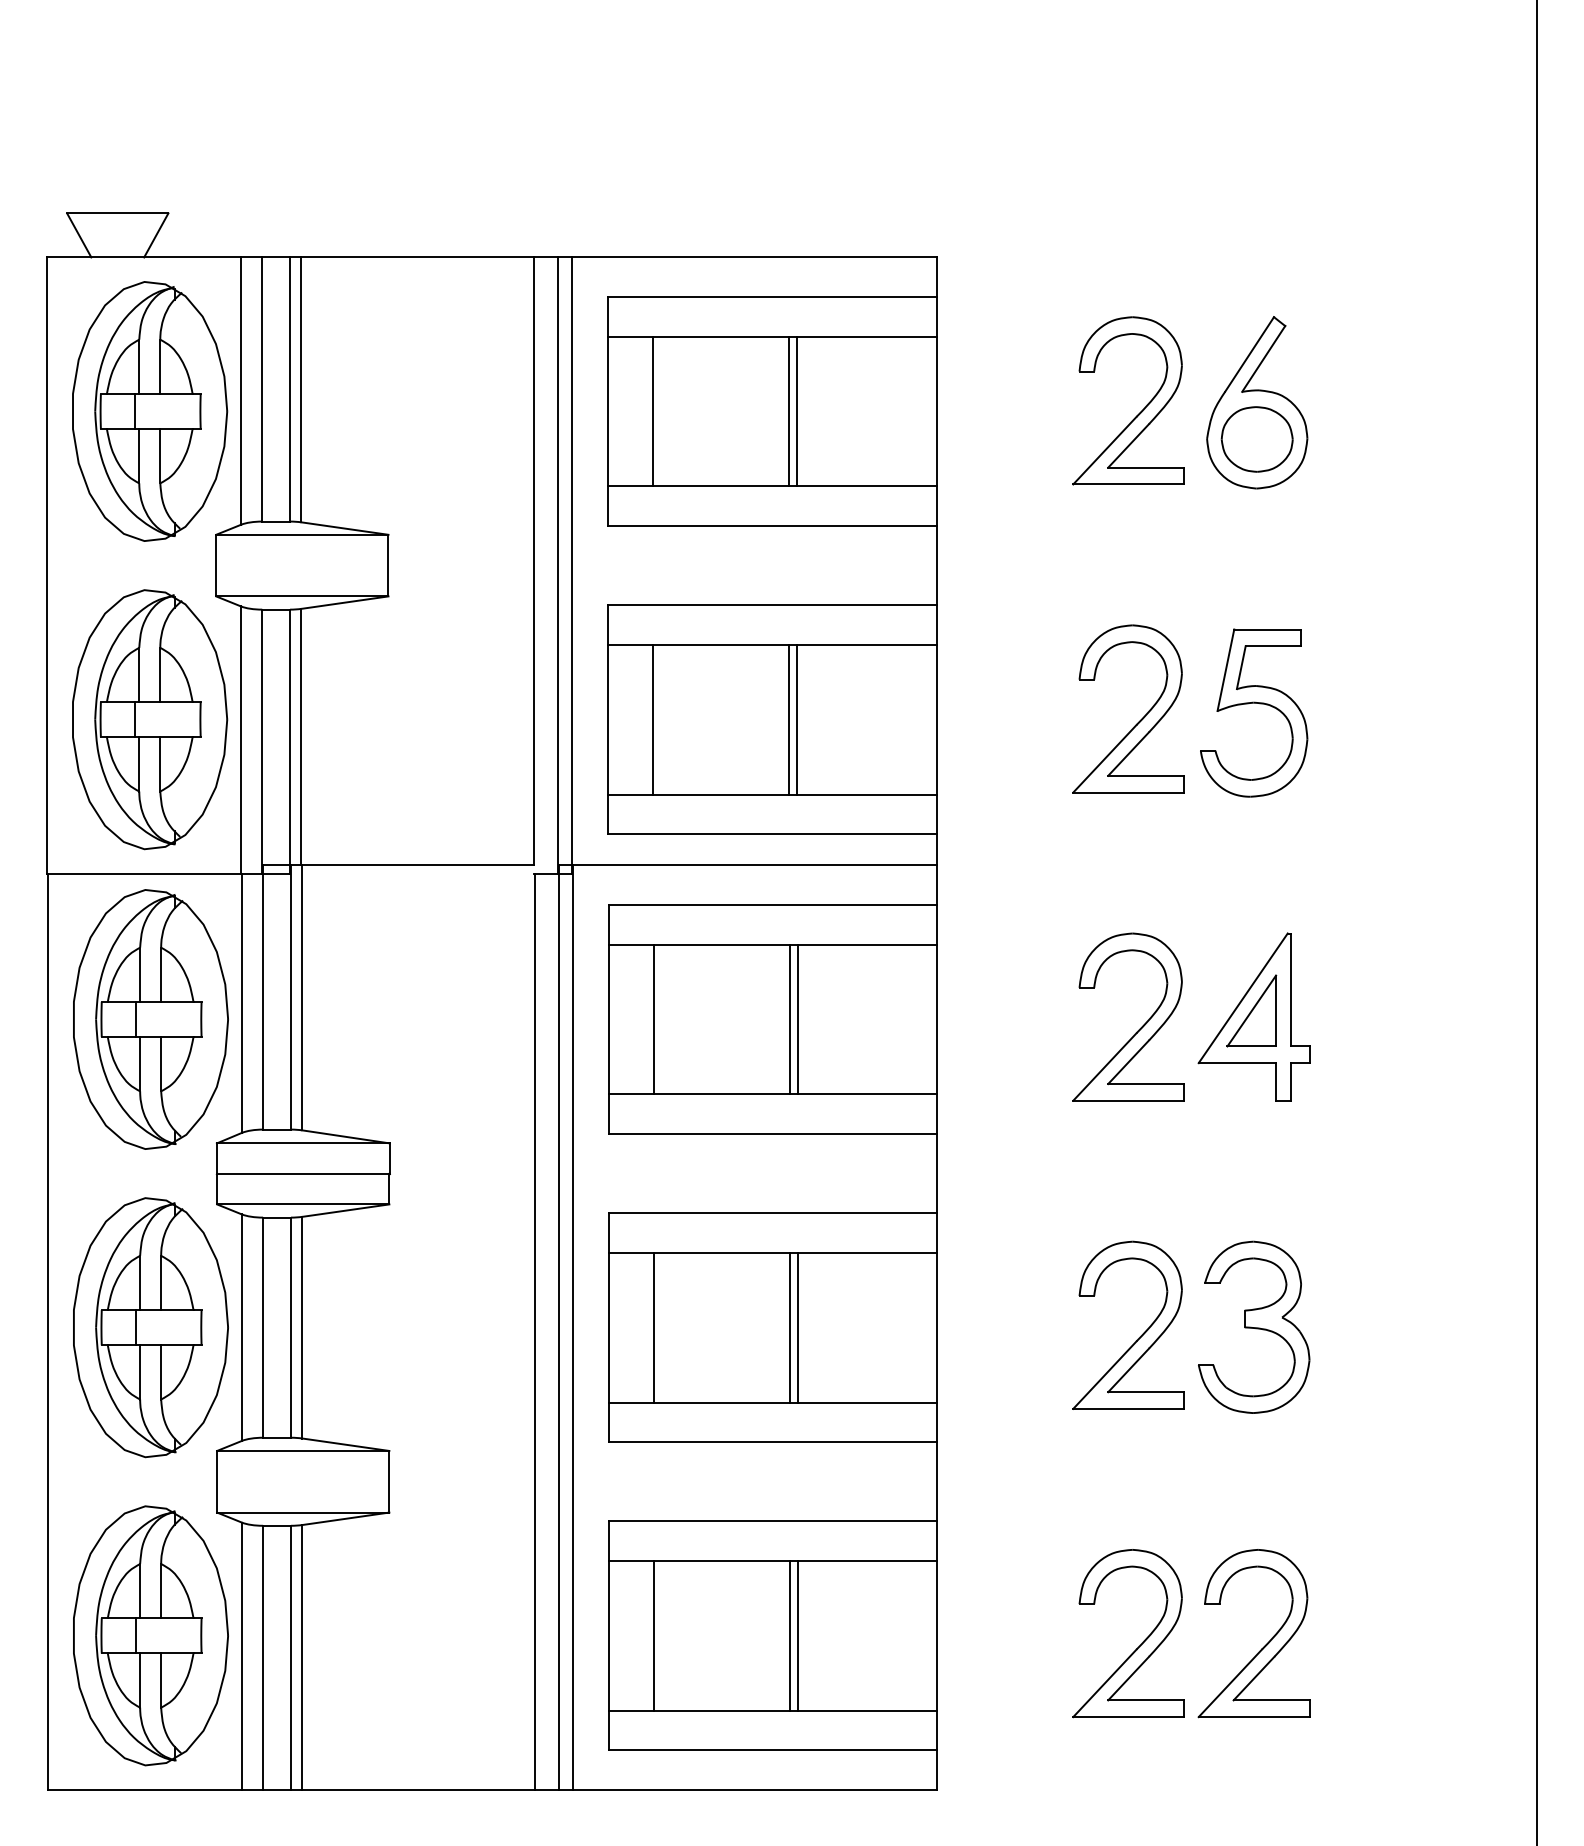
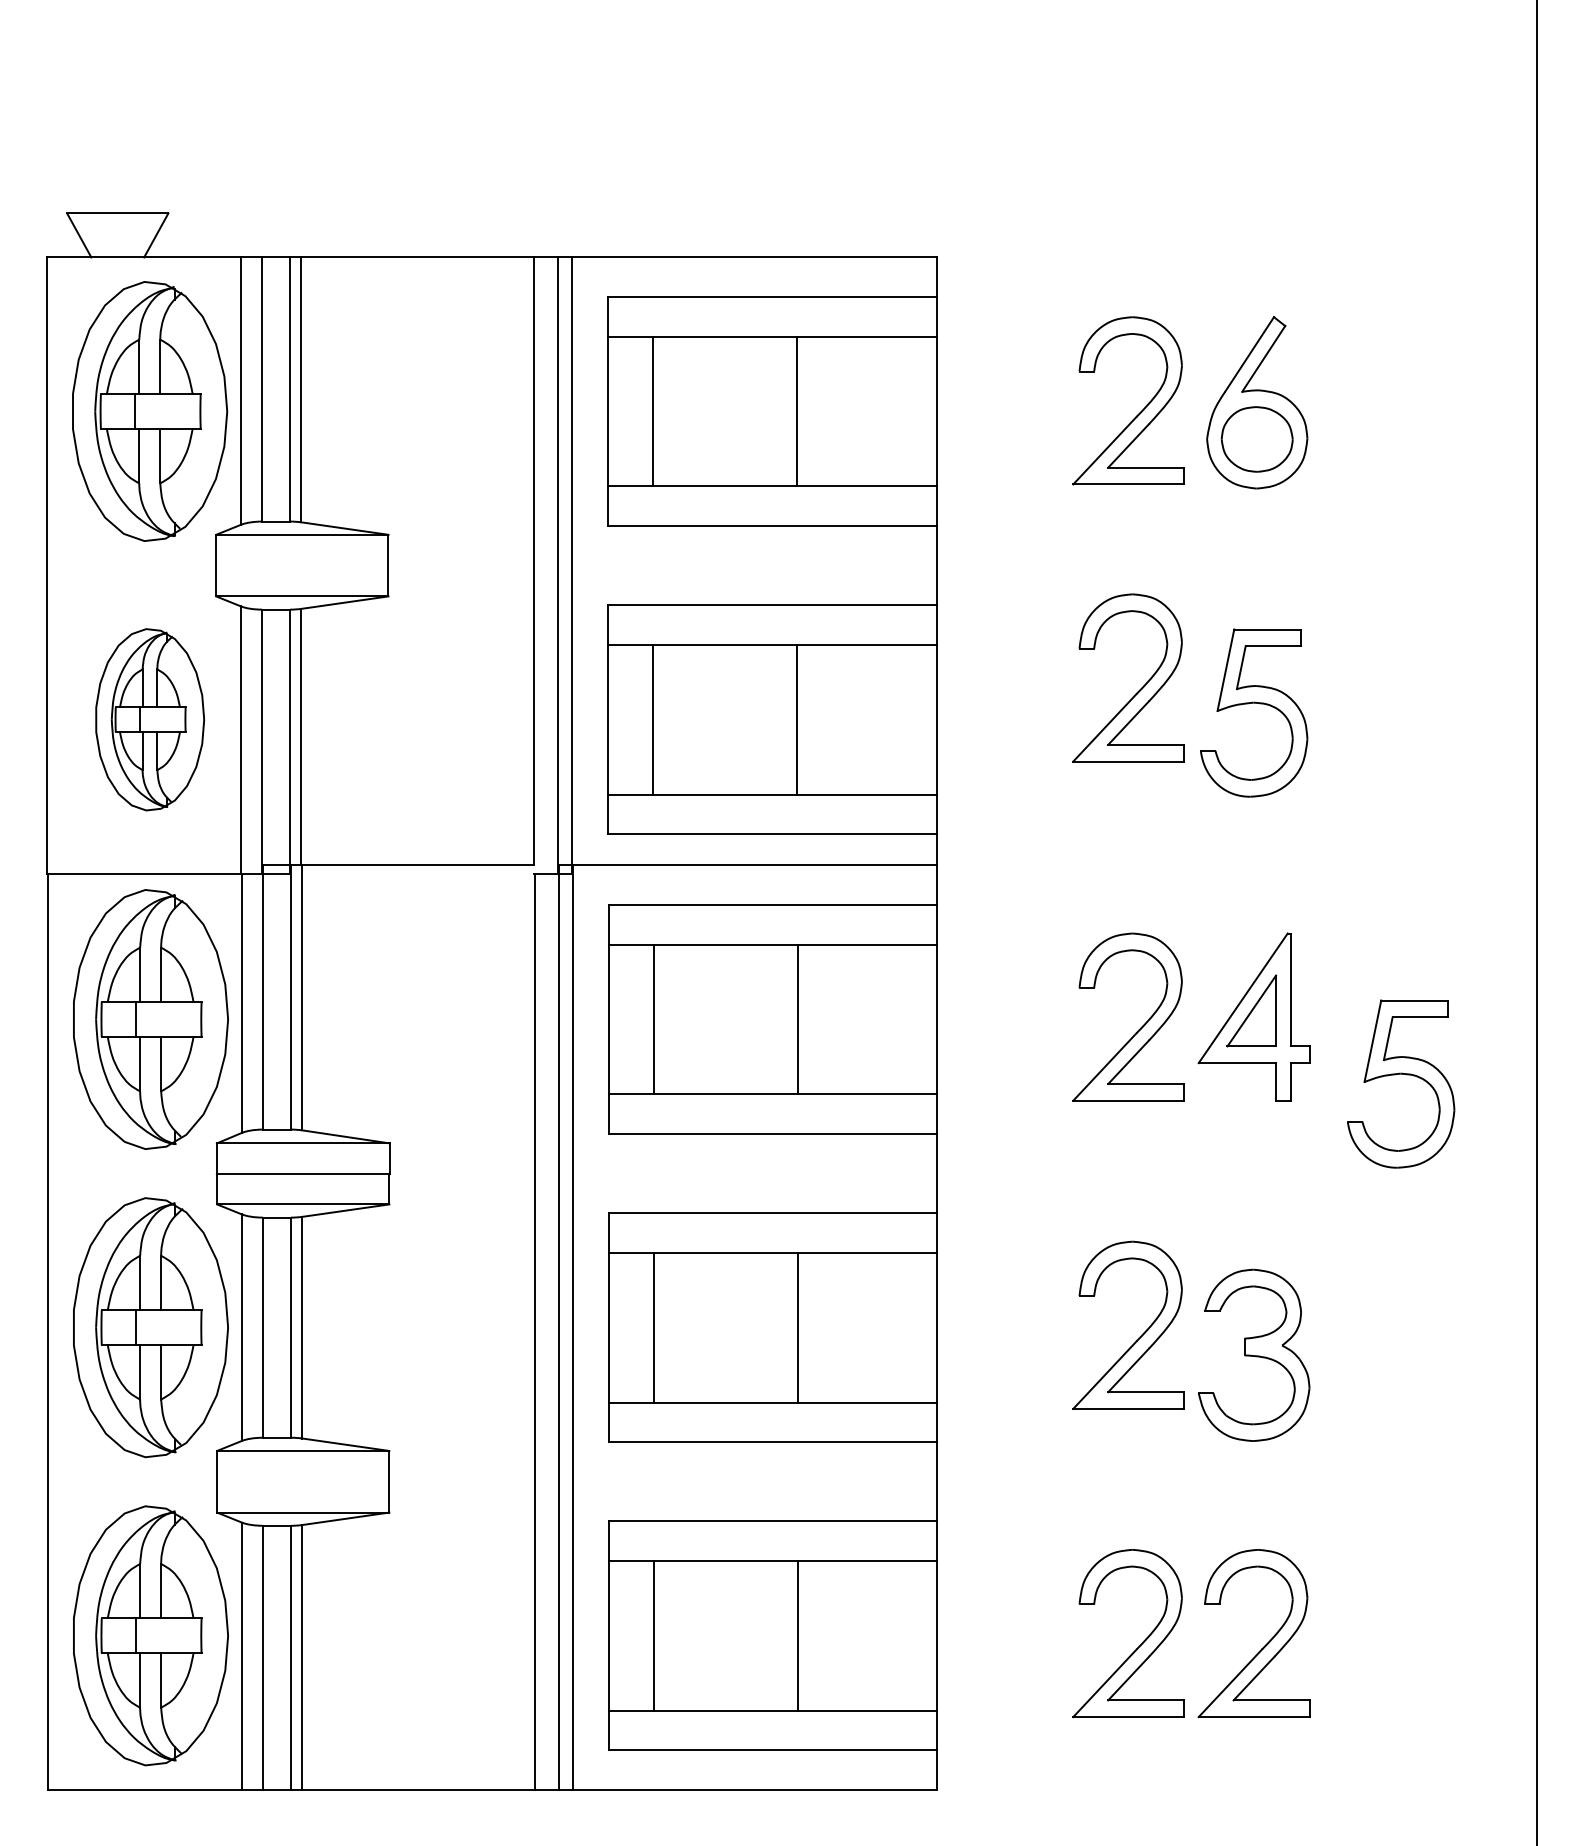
line at (789, 411): present -> none
part at (150, 719) size: 157x262 px -> 111x184 px
line at (789, 719): present -> none
part at (1140, 719) position: (1140, 719) -> (1140, 688)
line at (789, 1019): present -> none
part at (1401, 1074): none -> present
part at (1254, 1326) position: (1254, 1326) -> (1254, 1354)
line at (789, 1327): present -> none
line at (789, 1635): present -> none
